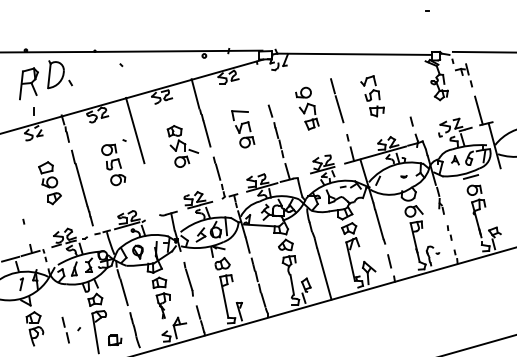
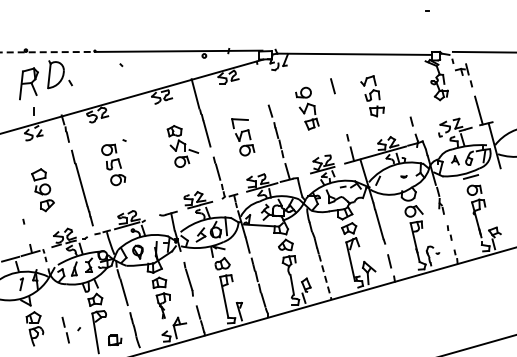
line at (48, 52): solid -> dashed
line at (339, 109): present -> none
part at (243, 129) position: (243, 129) -> (243, 137)
line at (135, 130): present -> none
part at (49, 183) position: (49, 183) -> (42, 190)
line at (325, 277): solid -> dashed
